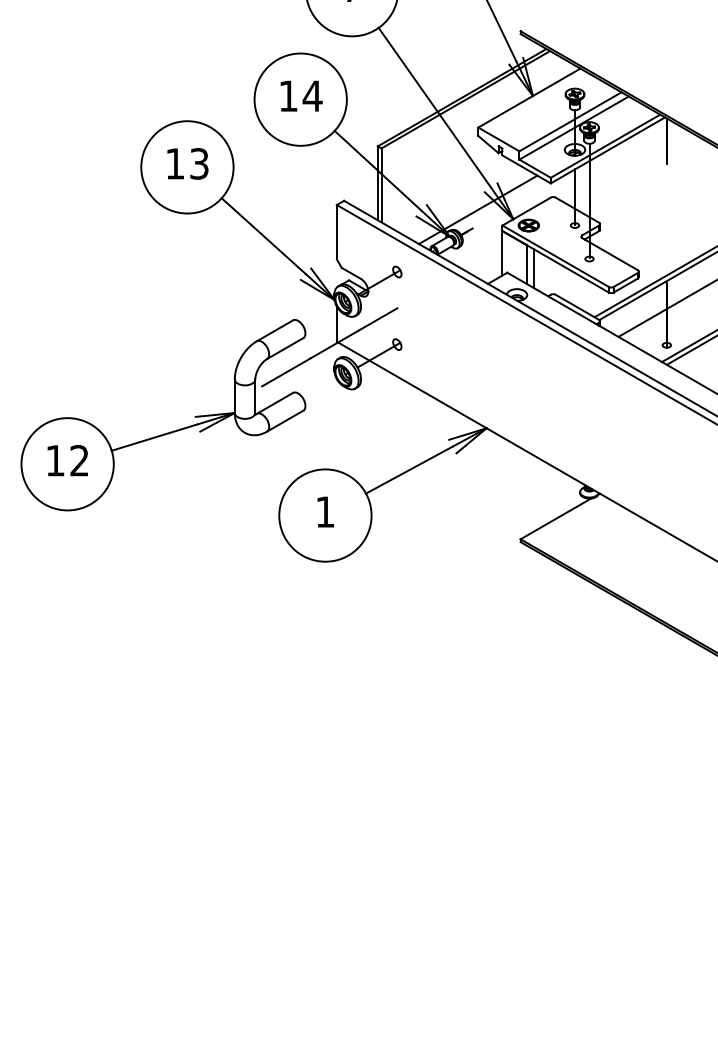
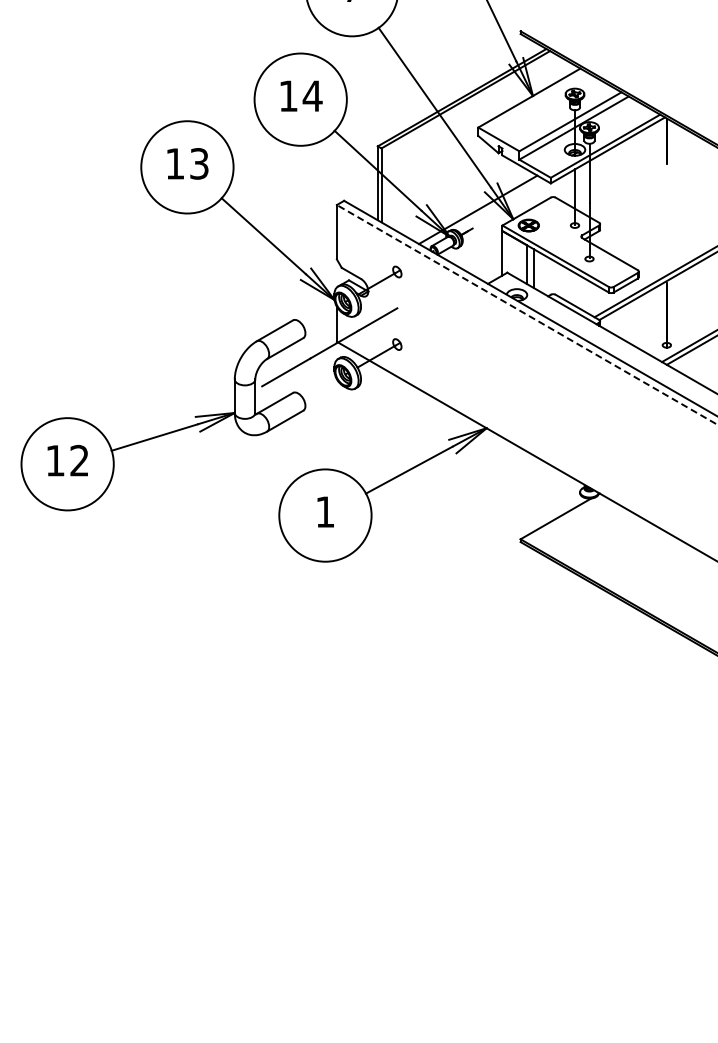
line at (666, 308): present -> none
line at (527, 315): solid -> dashed
